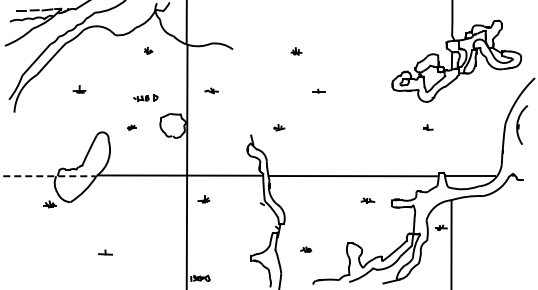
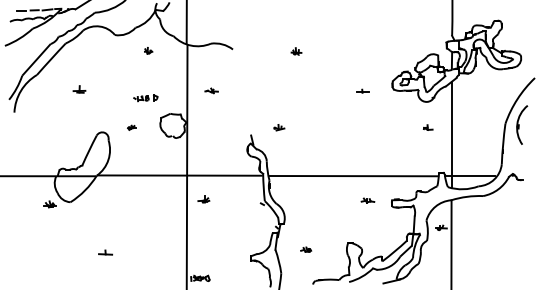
part at (318, 90) position: (318, 90) -> (362, 90)
line at (451, 134): none -> present
line at (48, 176): dashed -> solid
